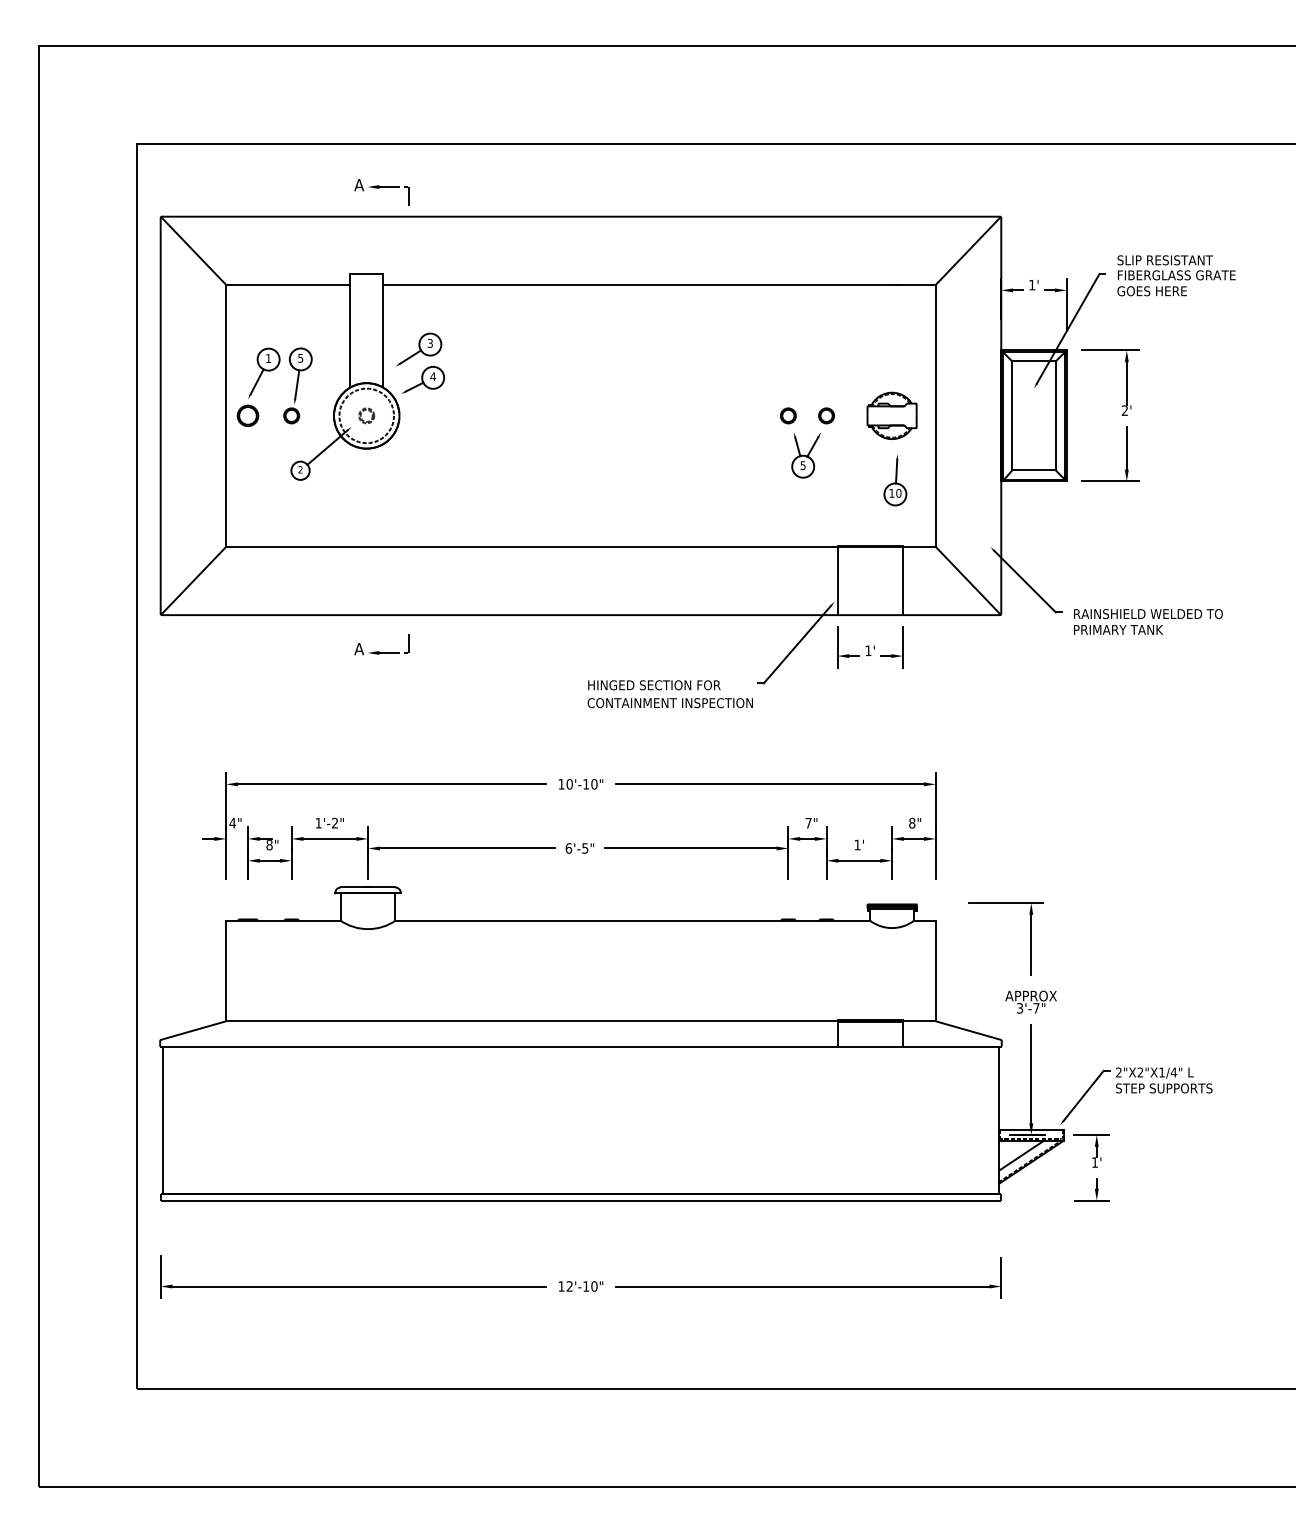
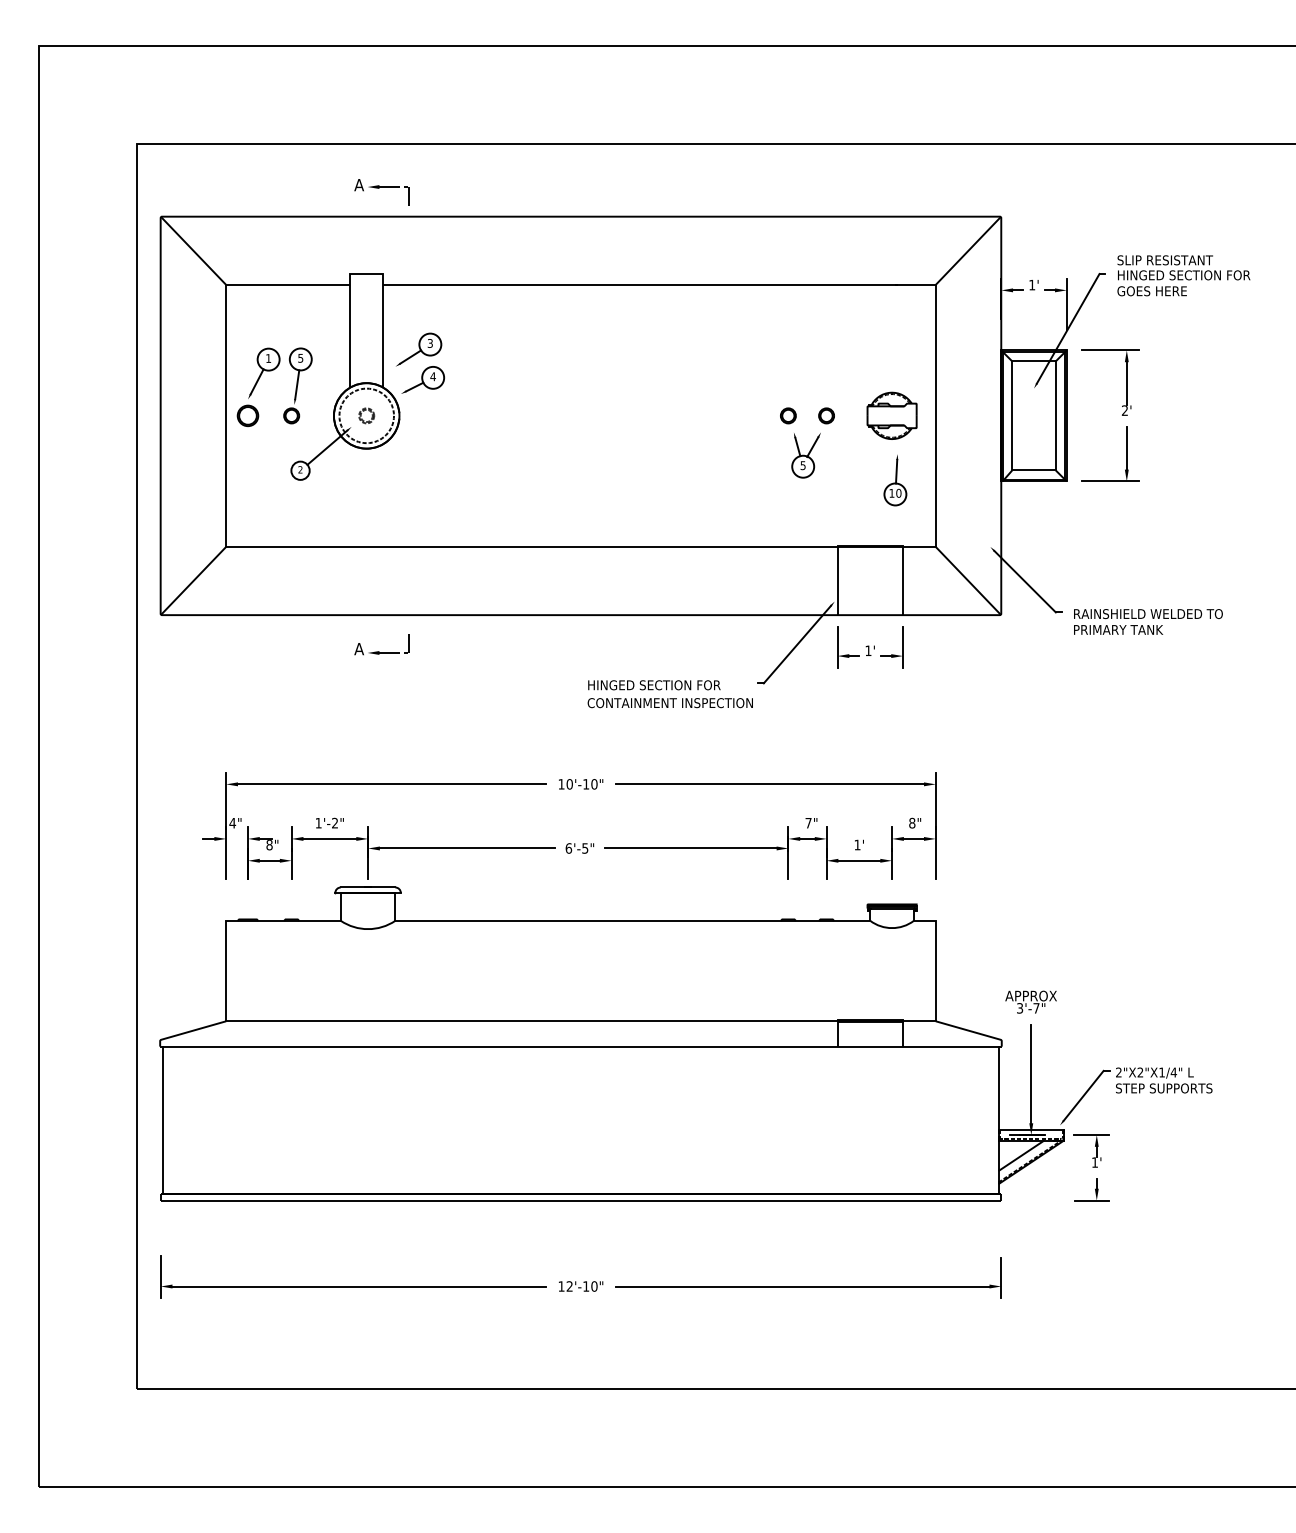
text at (1184, 275): FIBERGLASS GRATE -> HINGED SECTION FOR
part at (1030, 938): present -> none
